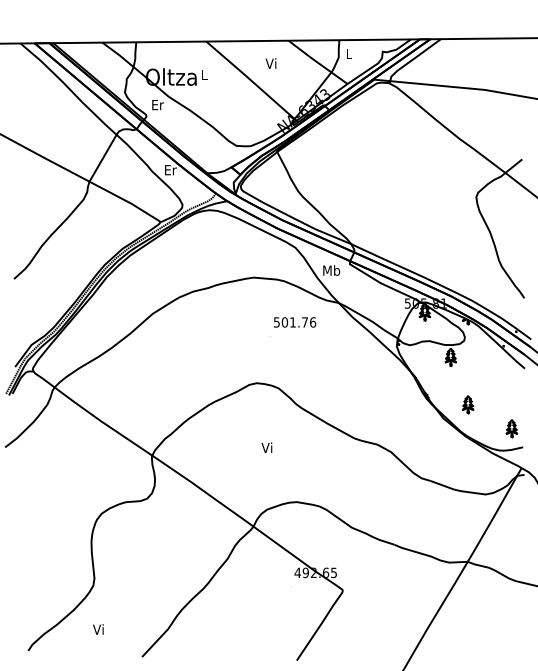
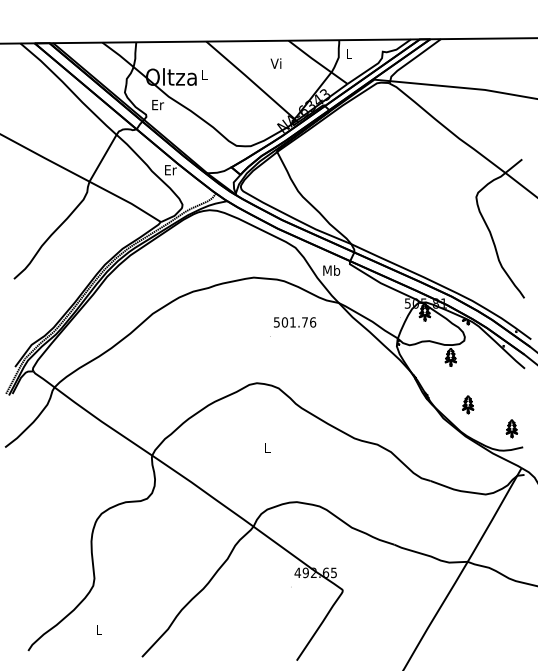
text at (270, 63) position: (270, 63) -> (275, 63)
text at (266, 447): Vi -> L
text at (98, 629): Vi -> L
